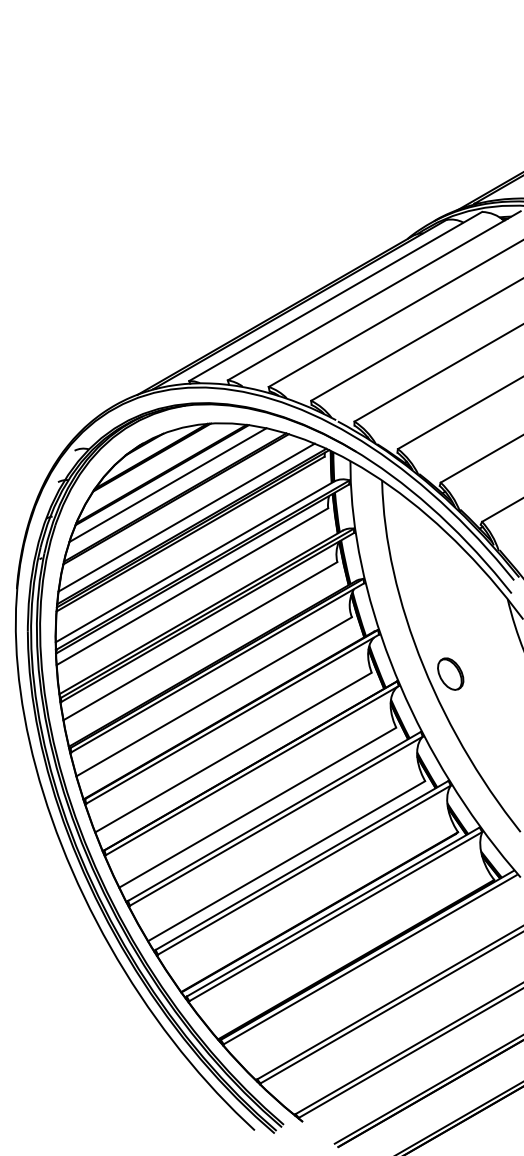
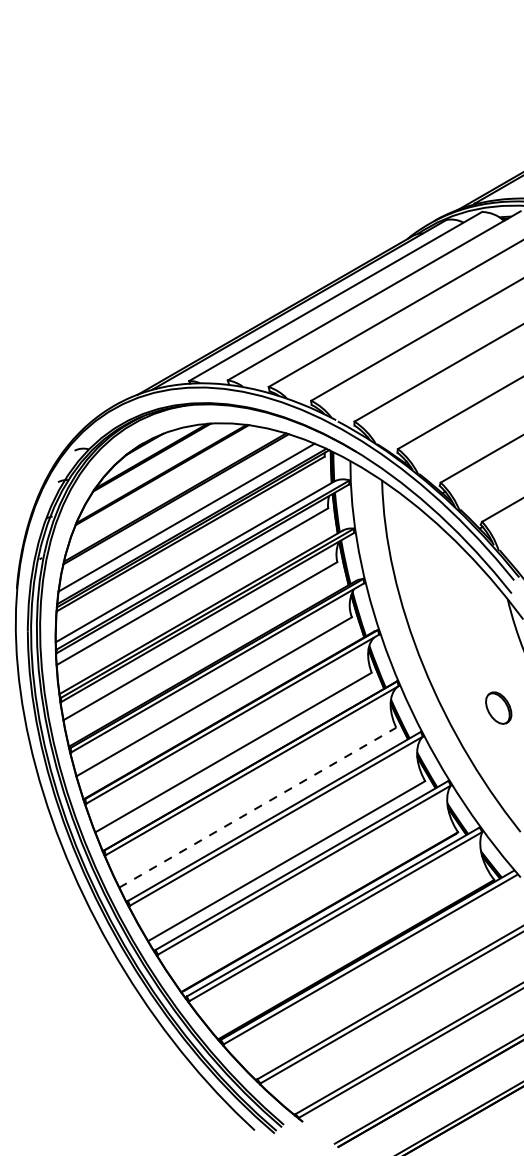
line at (167, 485): present -> none
part at (450, 673) position: (450, 673) -> (498, 707)
line at (257, 807): solid -> dashed
